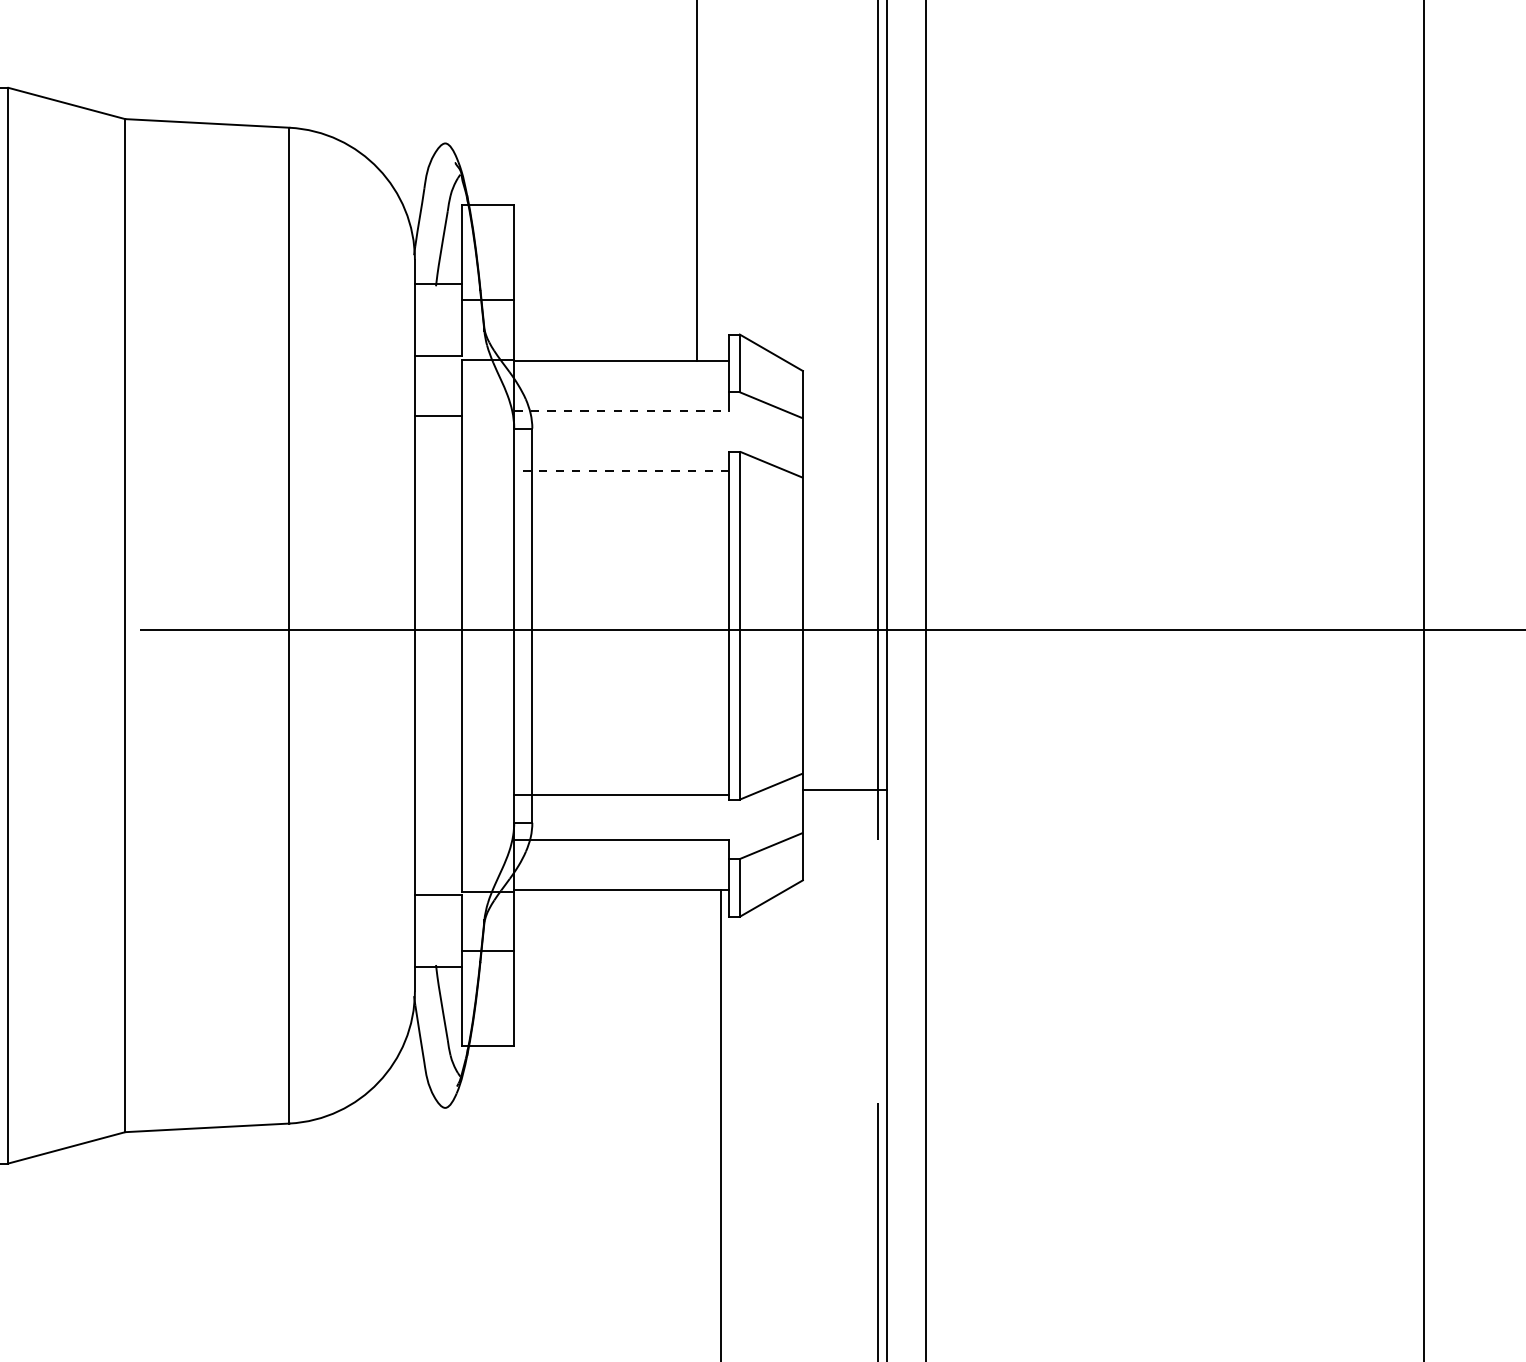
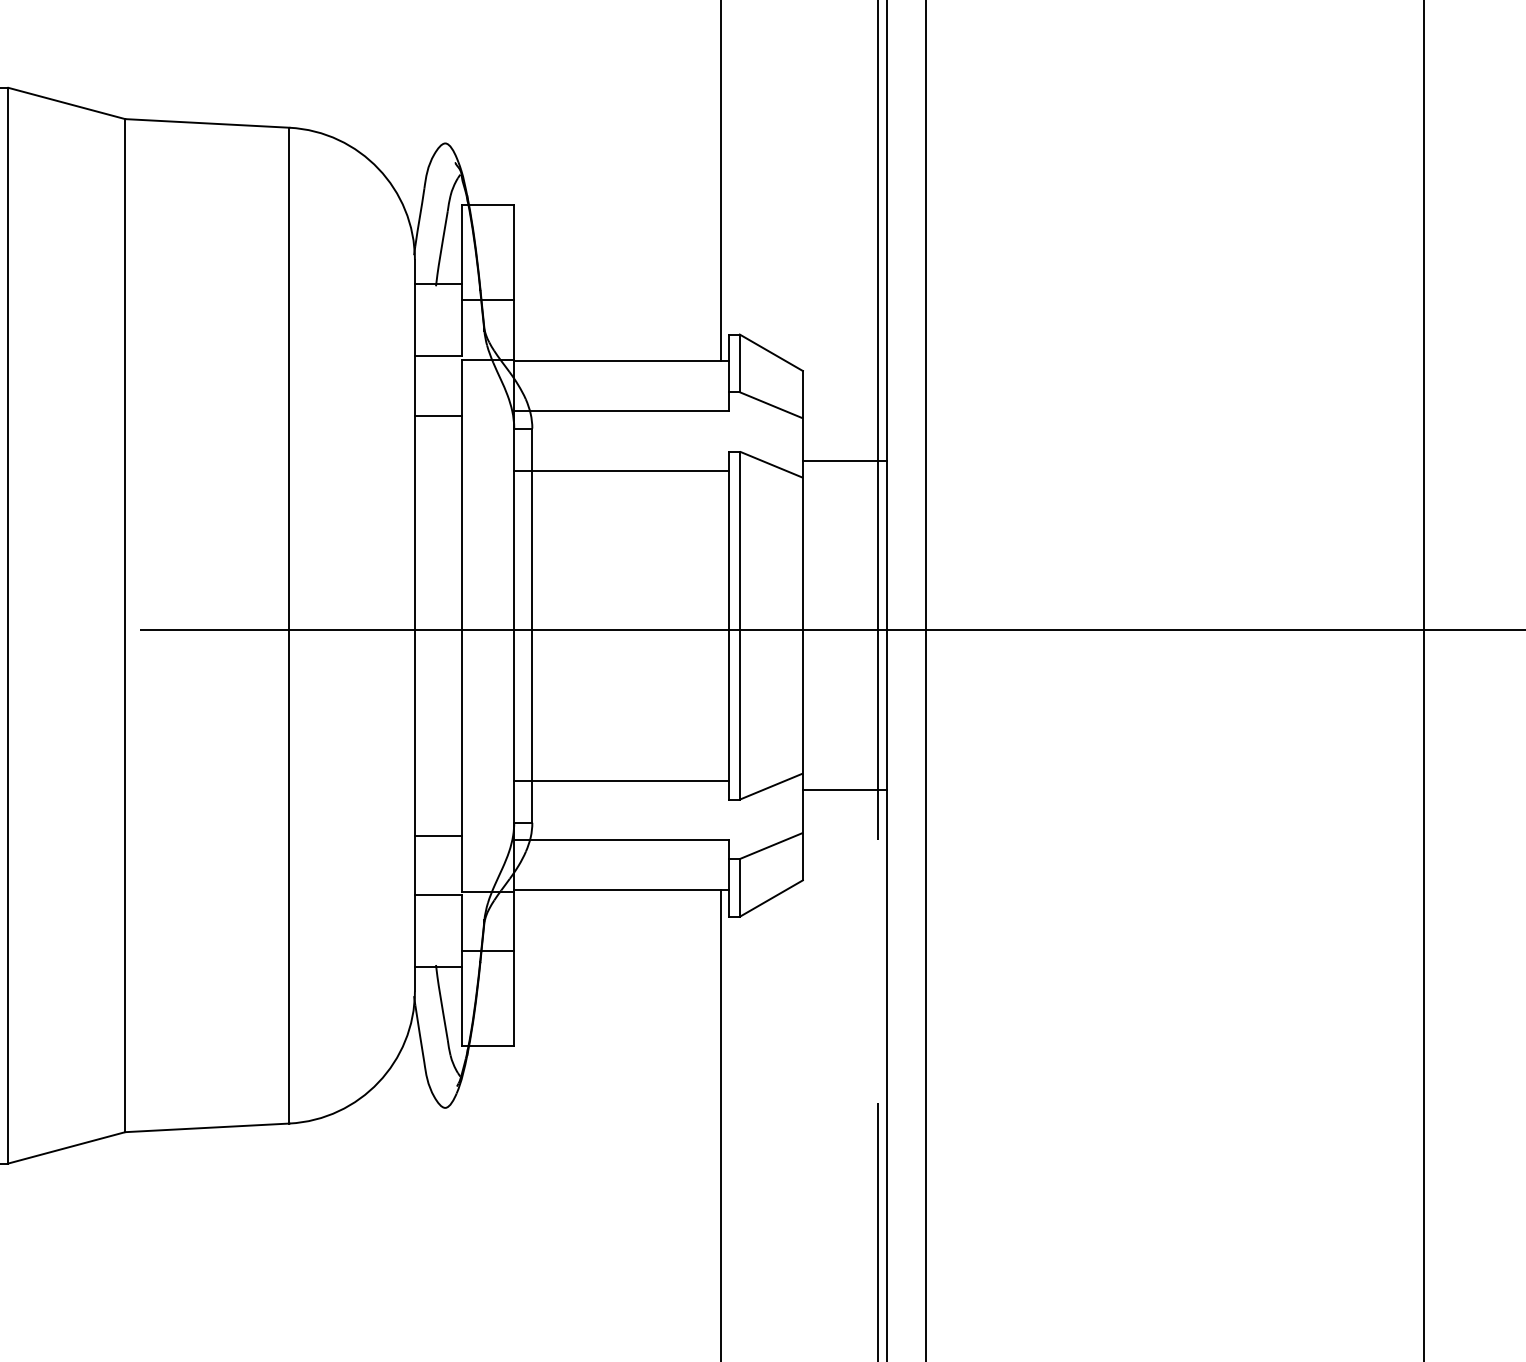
line at (697, 181) position: (697, 181) -> (721, 181)
line at (621, 411): dashed -> solid
line at (844, 461): none -> present
line at (621, 470): dashed -> solid
line at (621, 794) position: (621, 794) -> (621, 780)
line at (437, 835): none -> present
